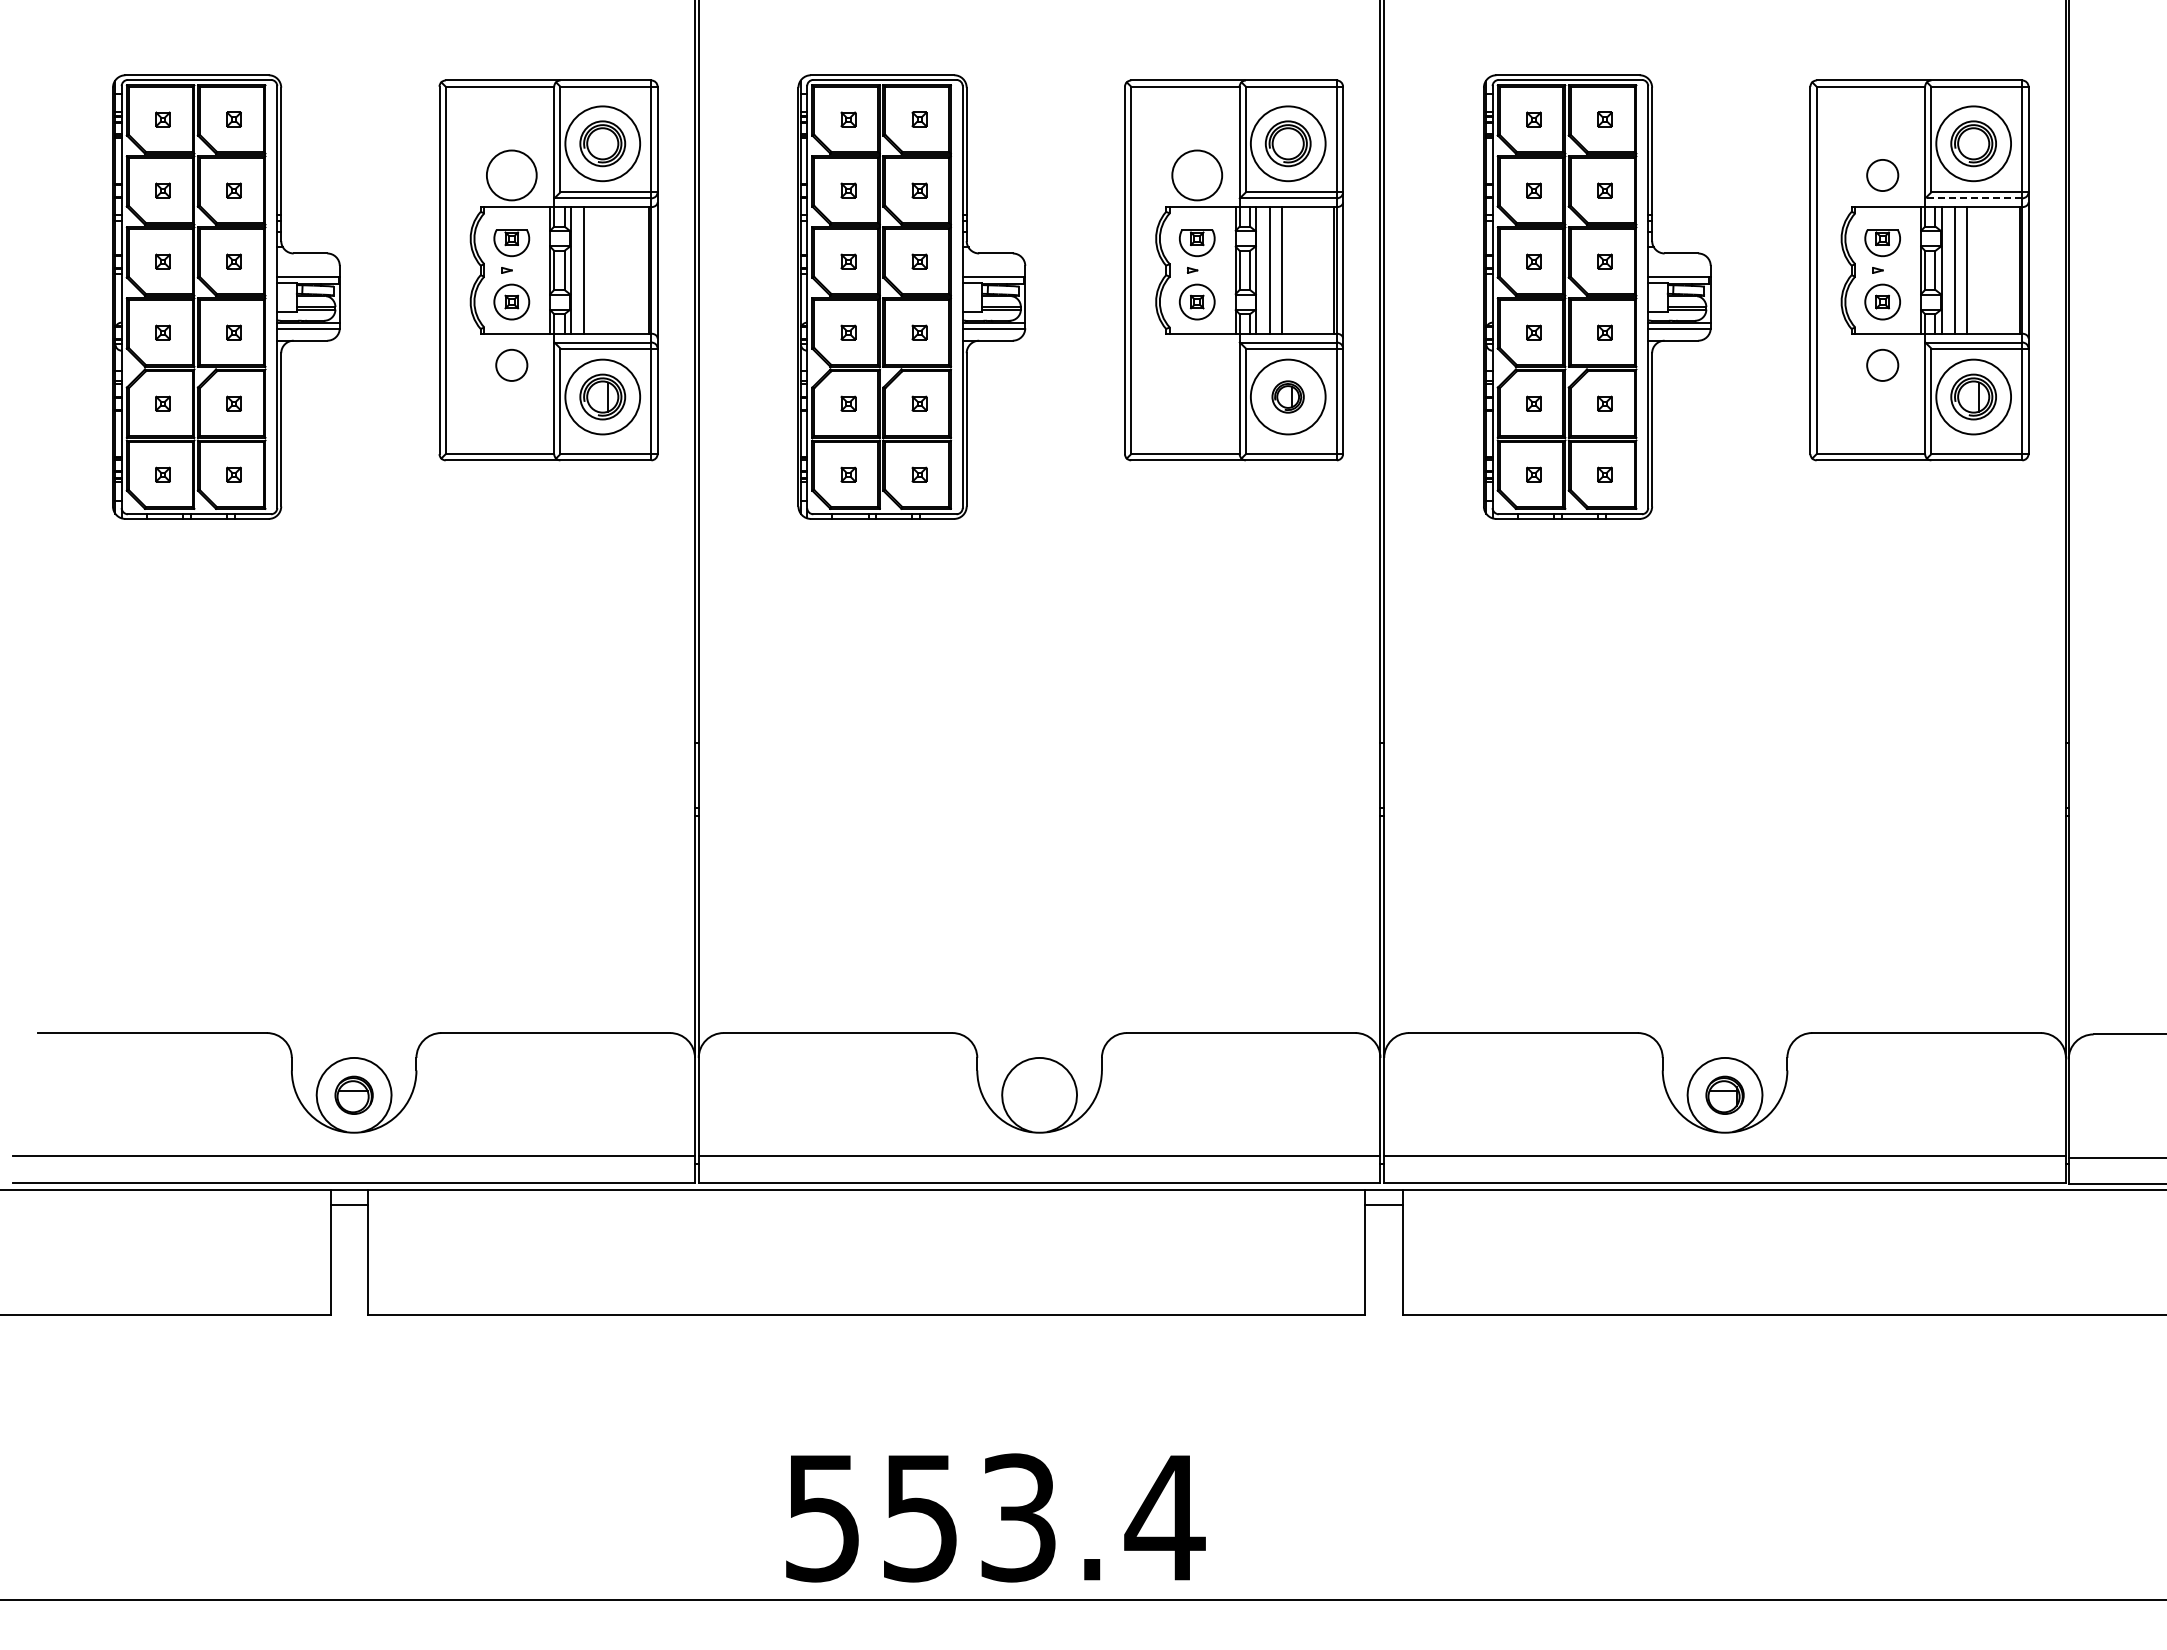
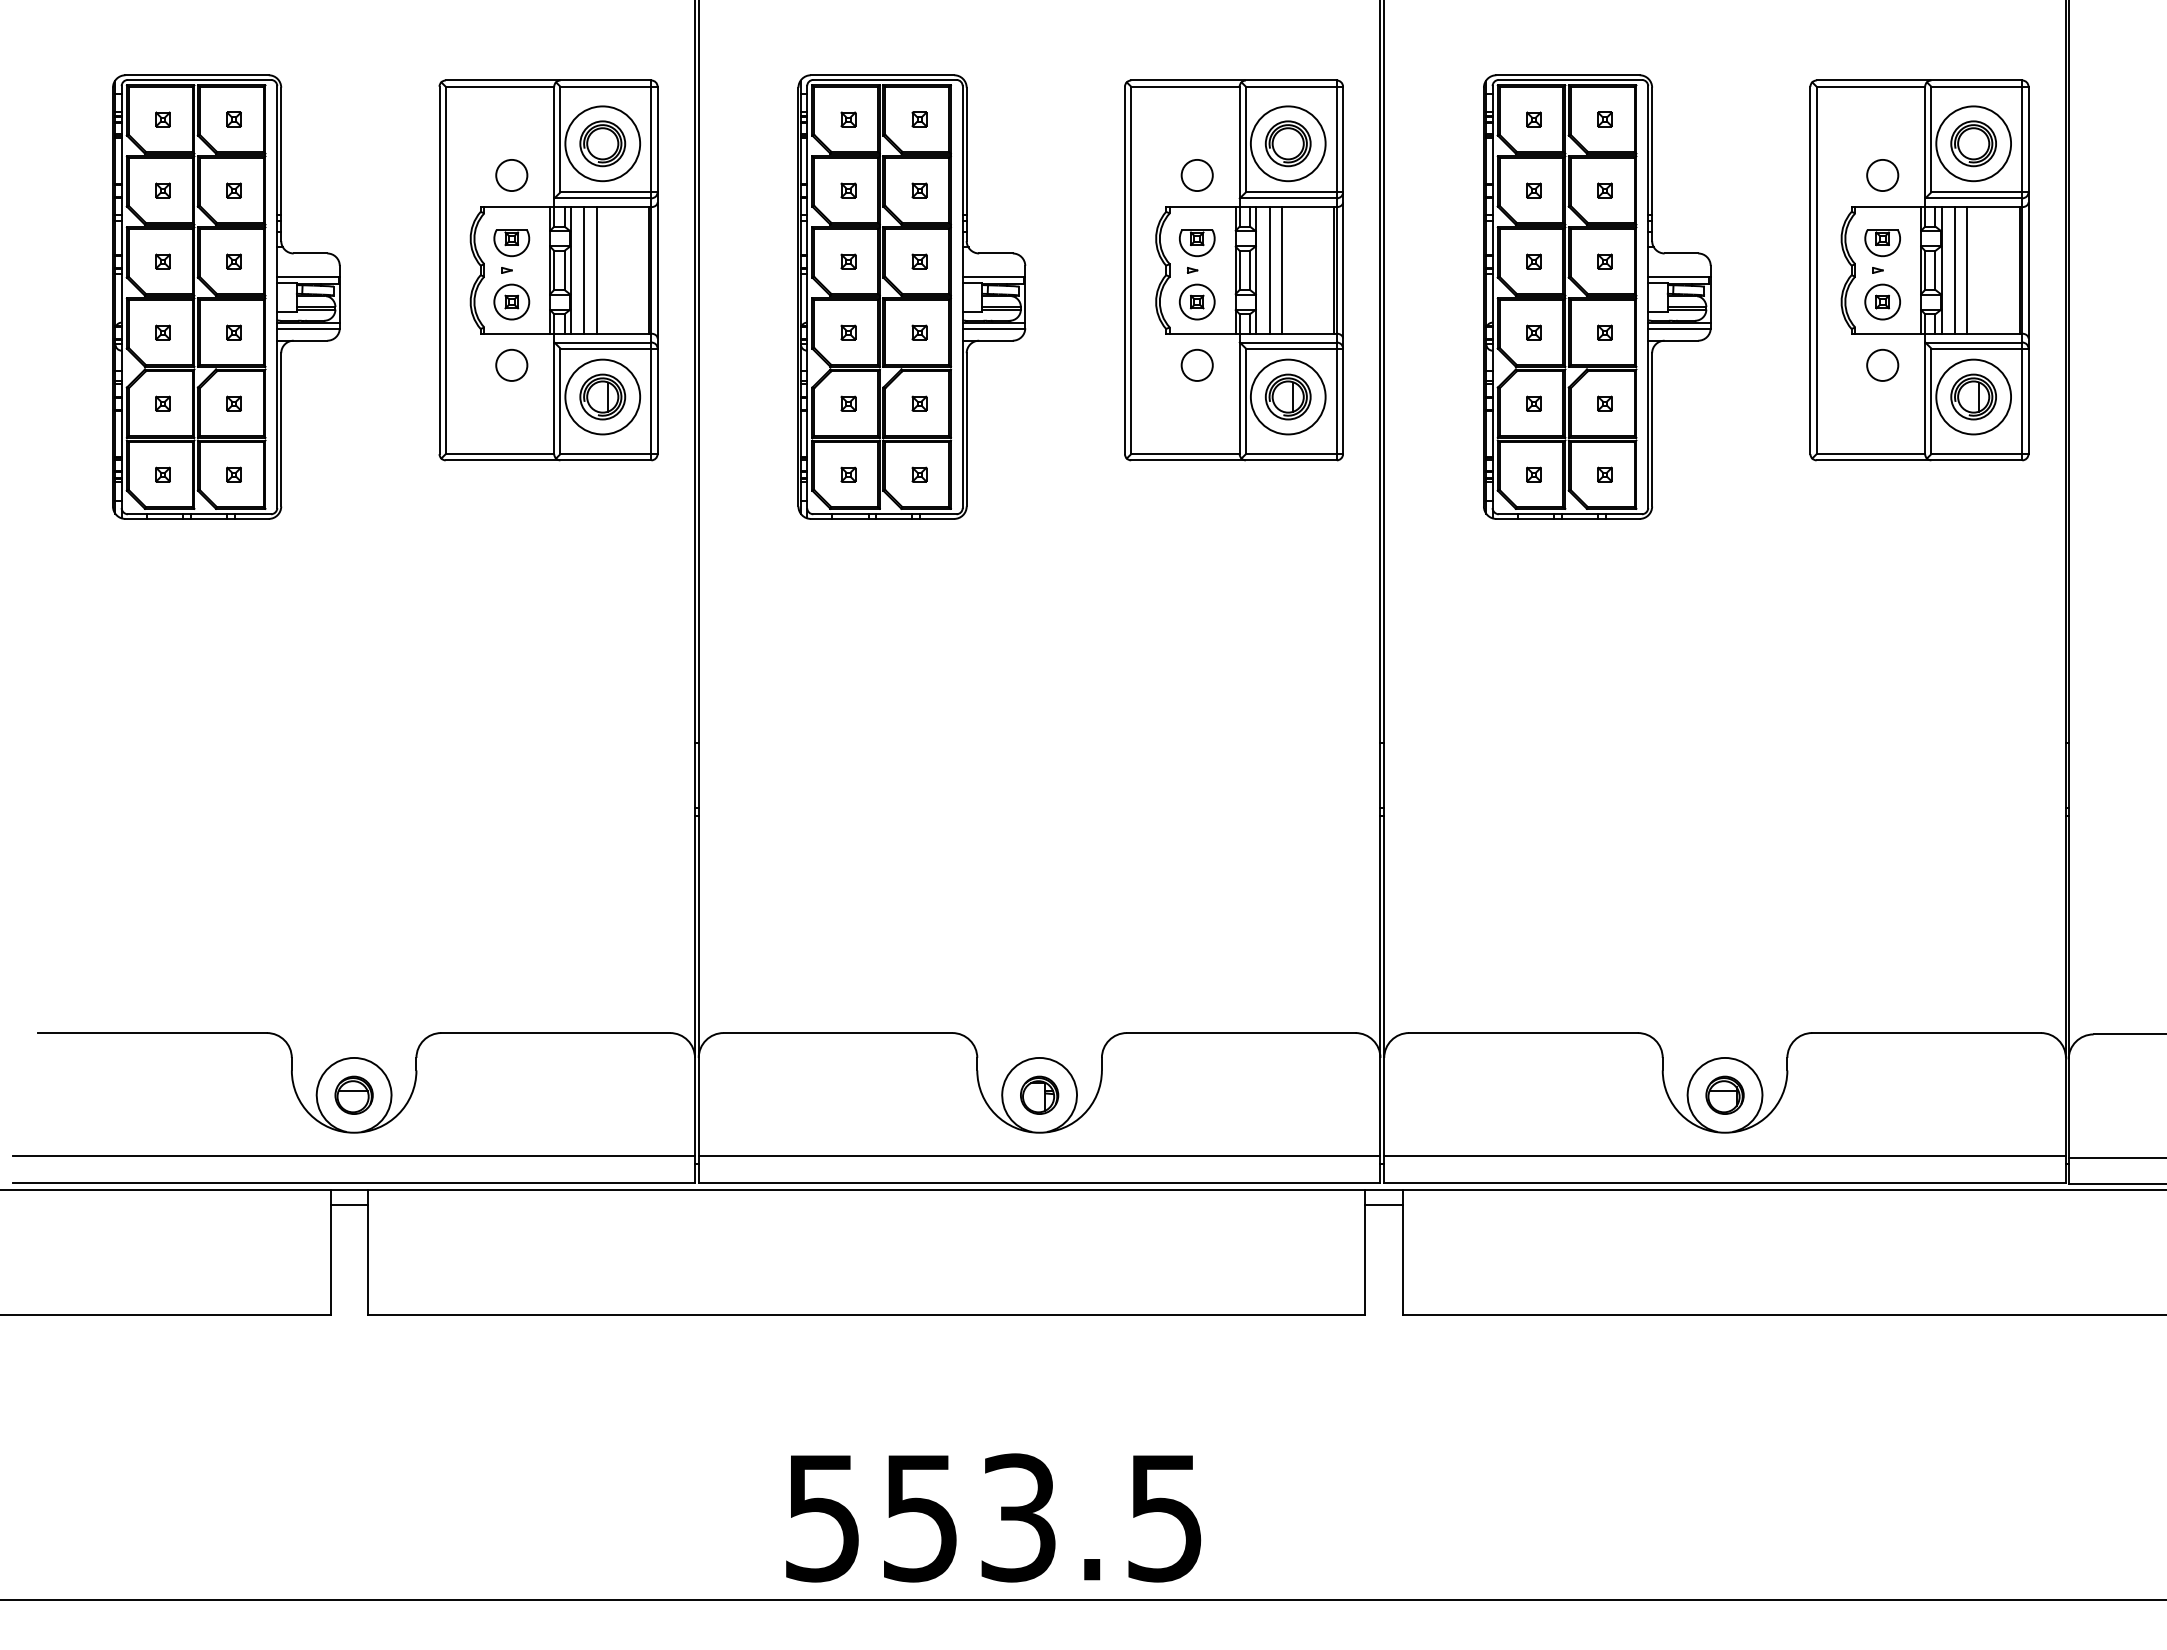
circle at (511, 175) diameter: 50 px -> 31 px
circle at (1197, 175) diameter: 50 px -> 31 px
line at (1973, 198): dashed -> solid
line at (596, 270): none -> present
circle at (1196, 364): none -> present
part at (1287, 396) size: 34x34 px -> 48x48 px
part at (1039, 1094): none -> present
text at (1164, 1518): 553.4 -> 553.5
